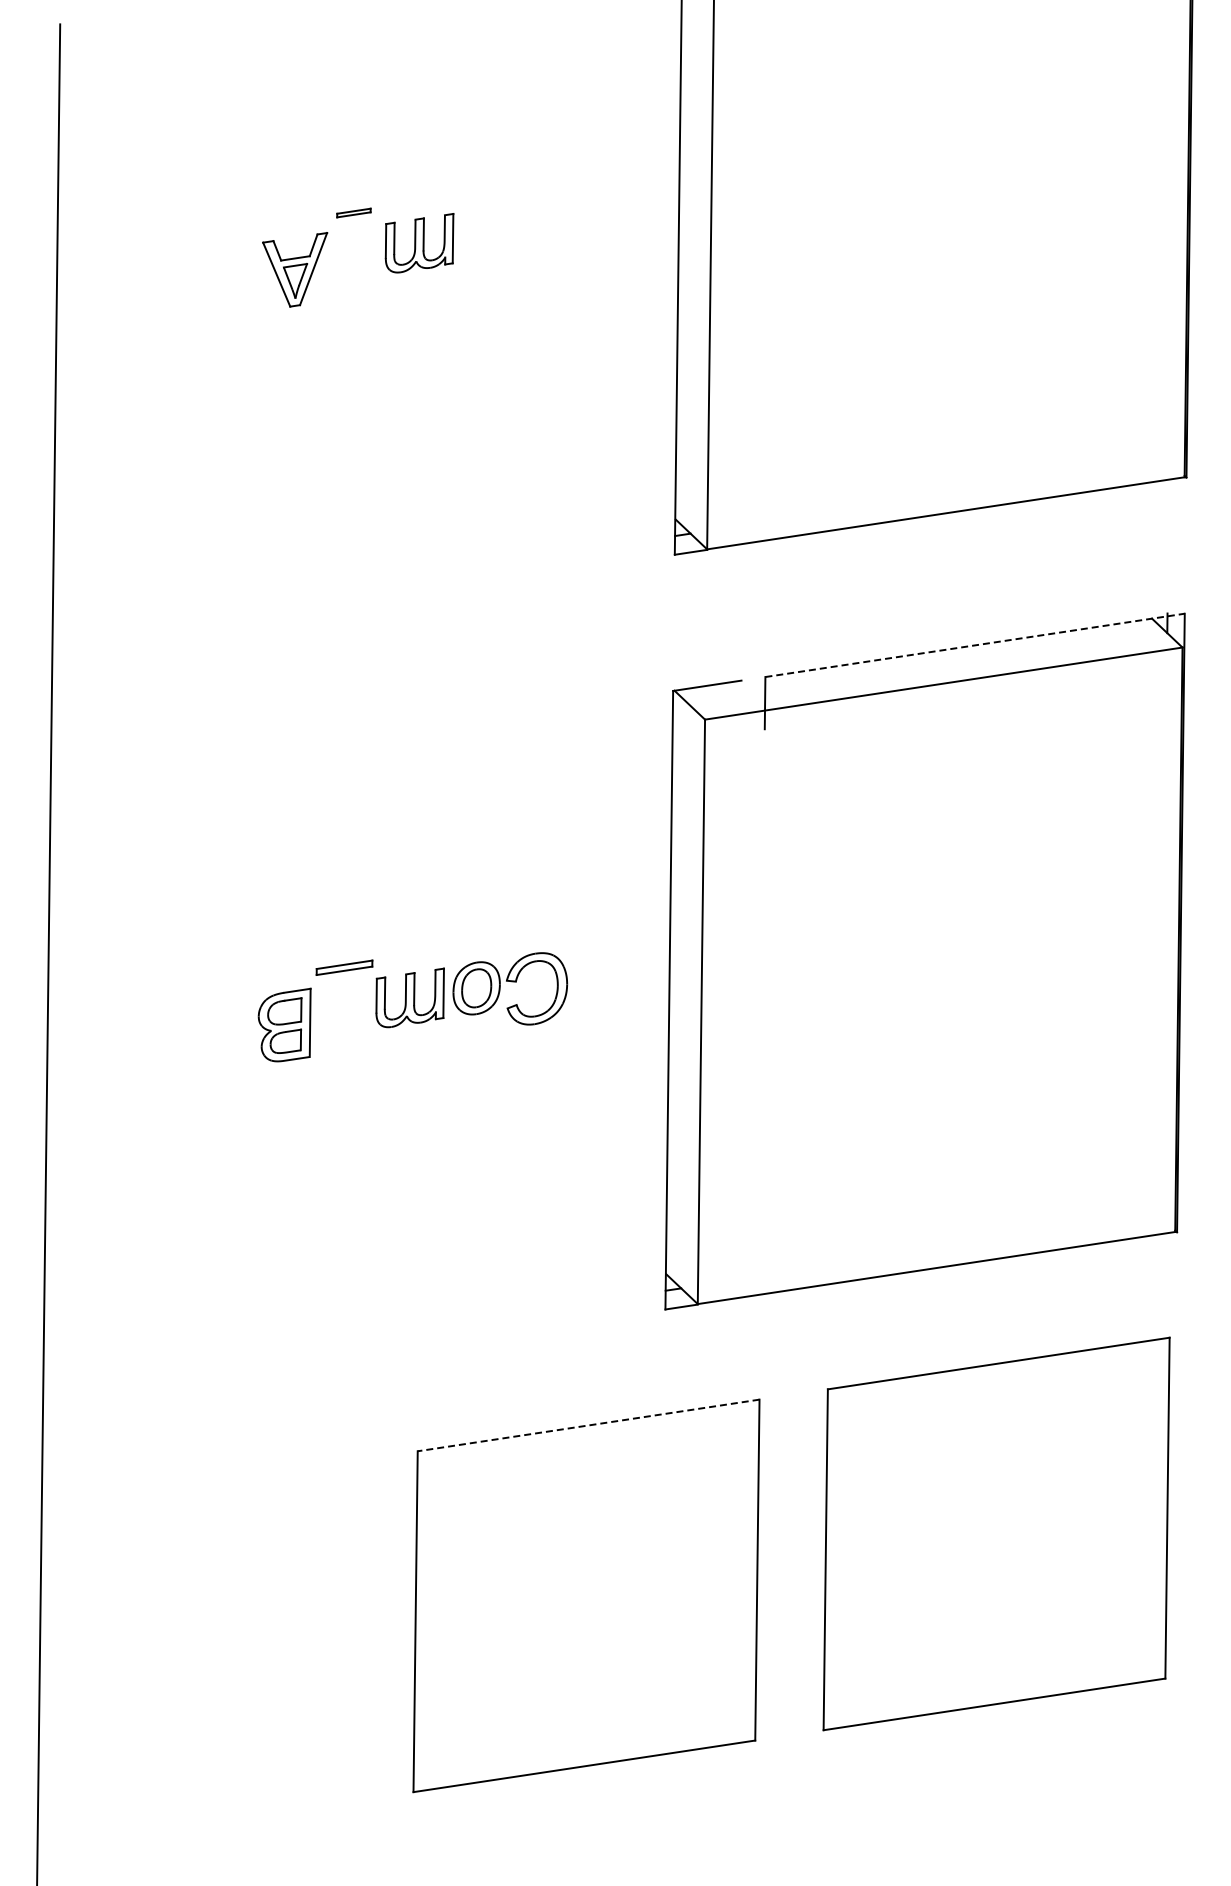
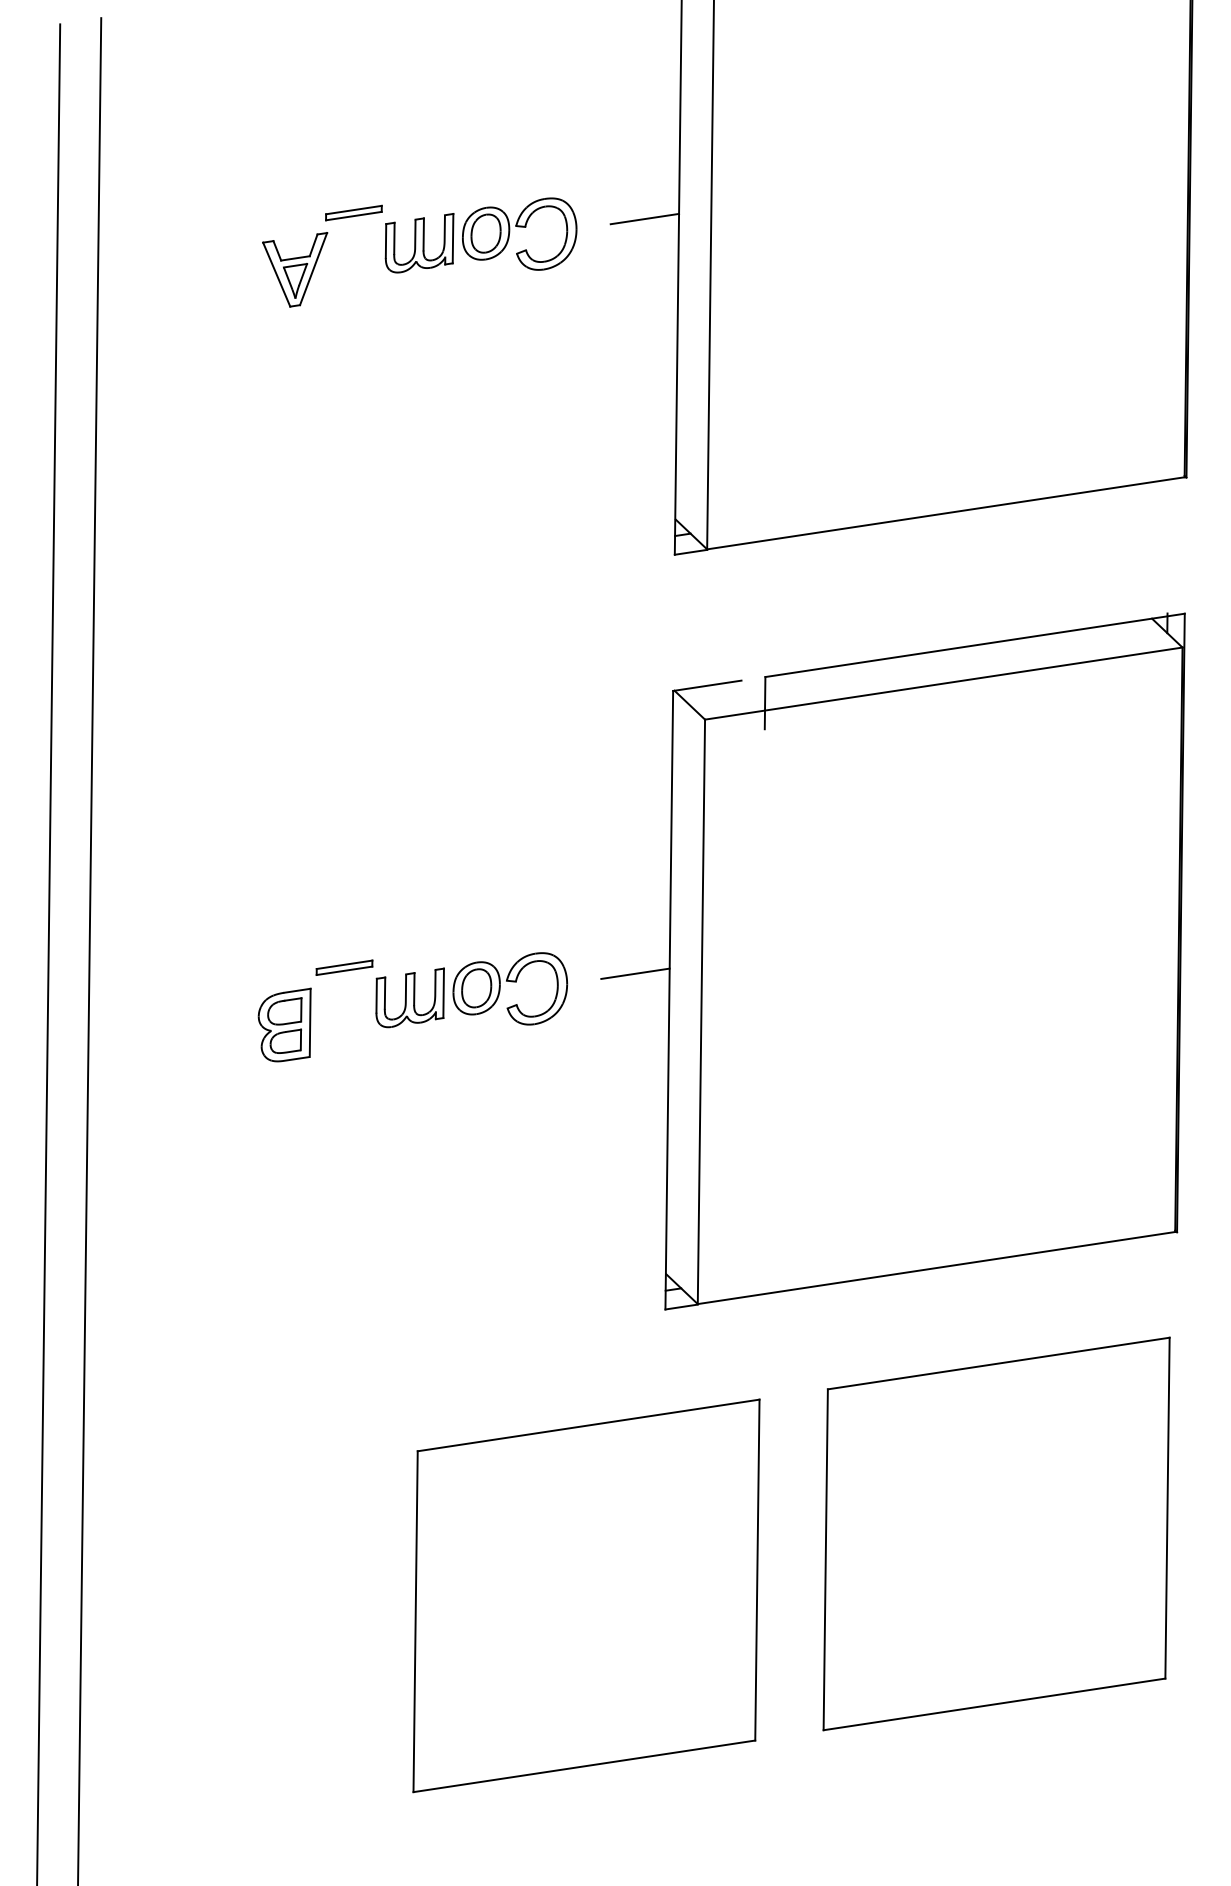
part at (353, 212) size: 36x12 px -> 58x18 px
line at (644, 218): none -> present
part at (519, 233): none -> present
line at (975, 645): dashed -> solid
line at (89, 950): none -> present
line at (635, 973): none -> present
line at (588, 1425): dashed -> solid
